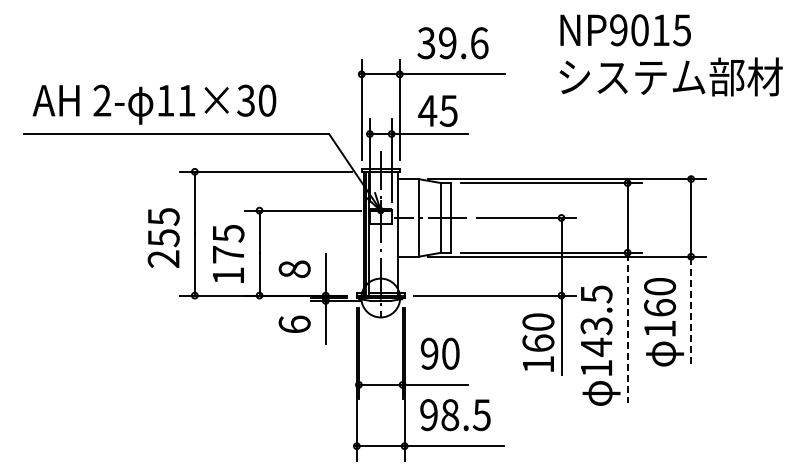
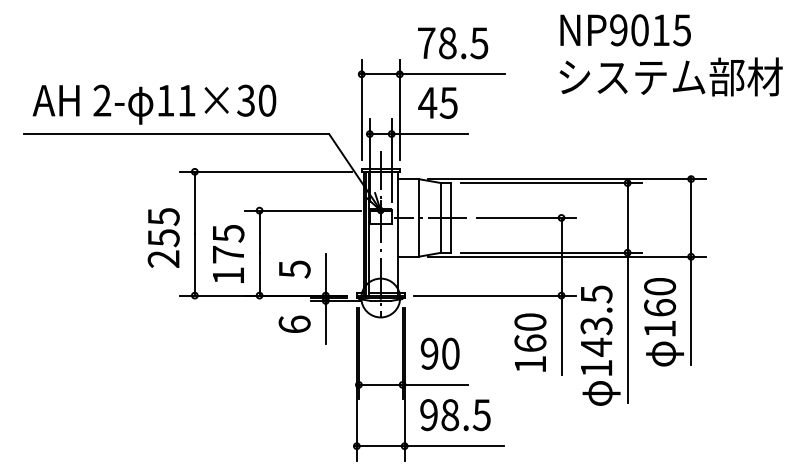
text at (452, 43): 39.6 -> 78.5
text at (437, 110) position: (437, 110) -> (437, 102)
text at (294, 269): 8 -> 5
line at (691, 311): dashed -> solid
line at (627, 328): dashed -> solid
text at (538, 342) position: (538, 342) -> (530, 342)
